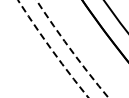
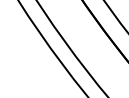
arc at (51, 49): dashed -> solid
arc at (71, 50): dashed -> solid
